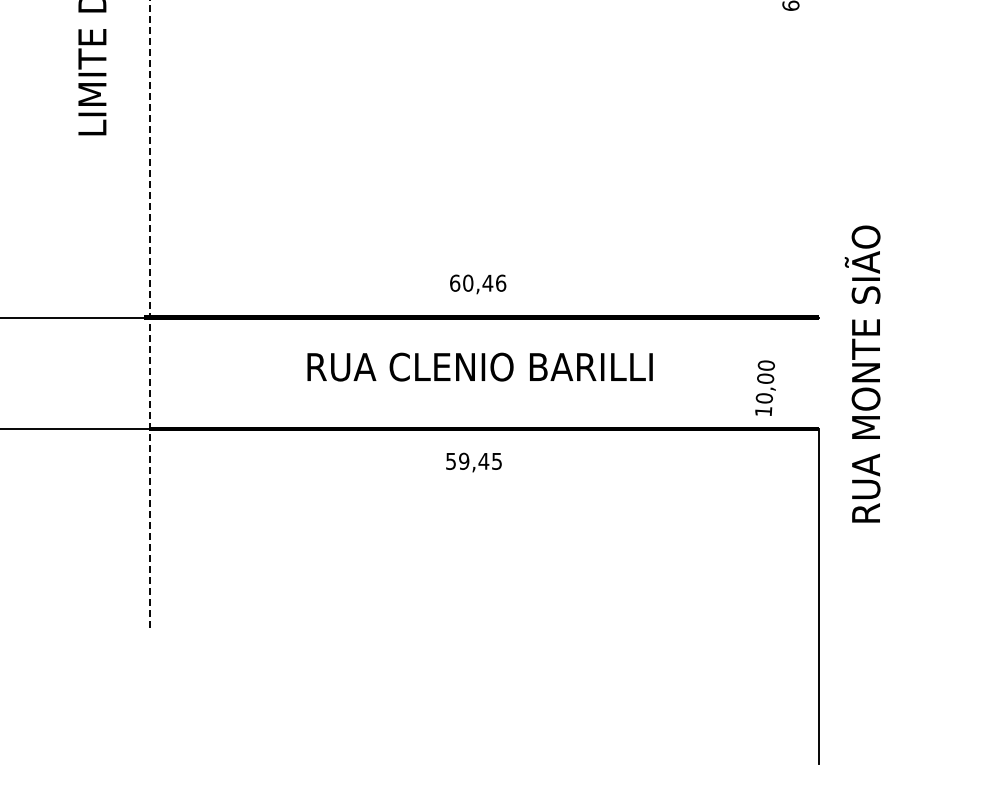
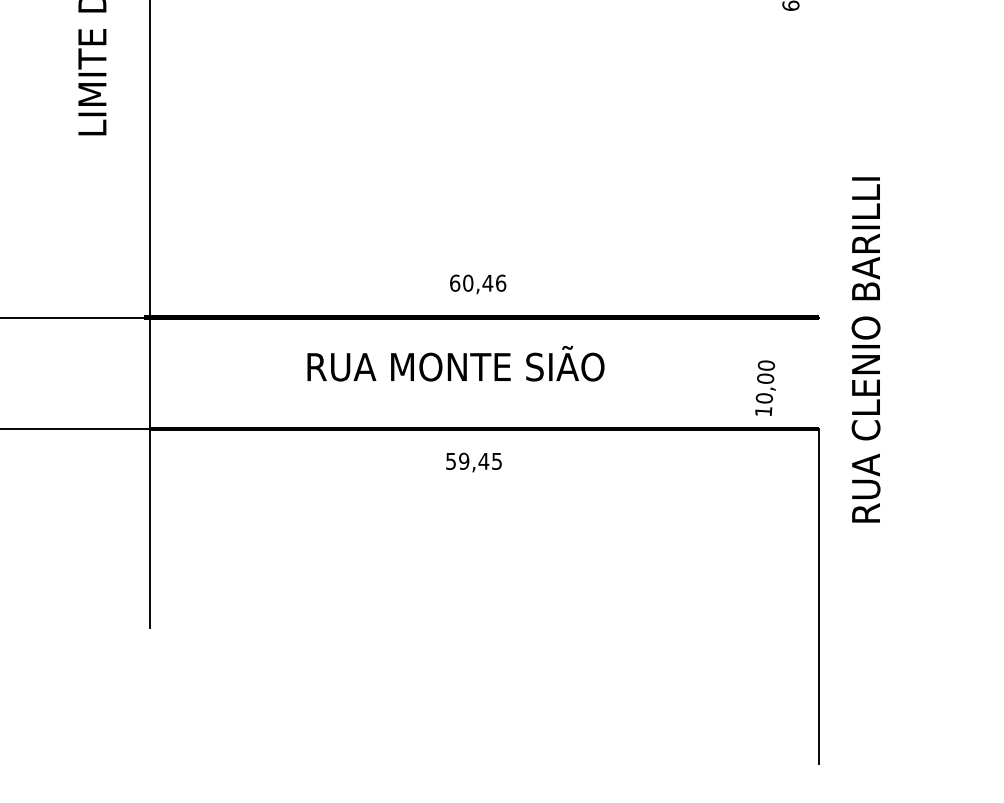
text at (862, 308): RUA MONTE SIÃO -> RUA CLENIO BARILLI
line at (149, 314): dashed -> solid
text at (520, 363): RUA CLENIO BARILLI -> RUA MONTE SIÃO
